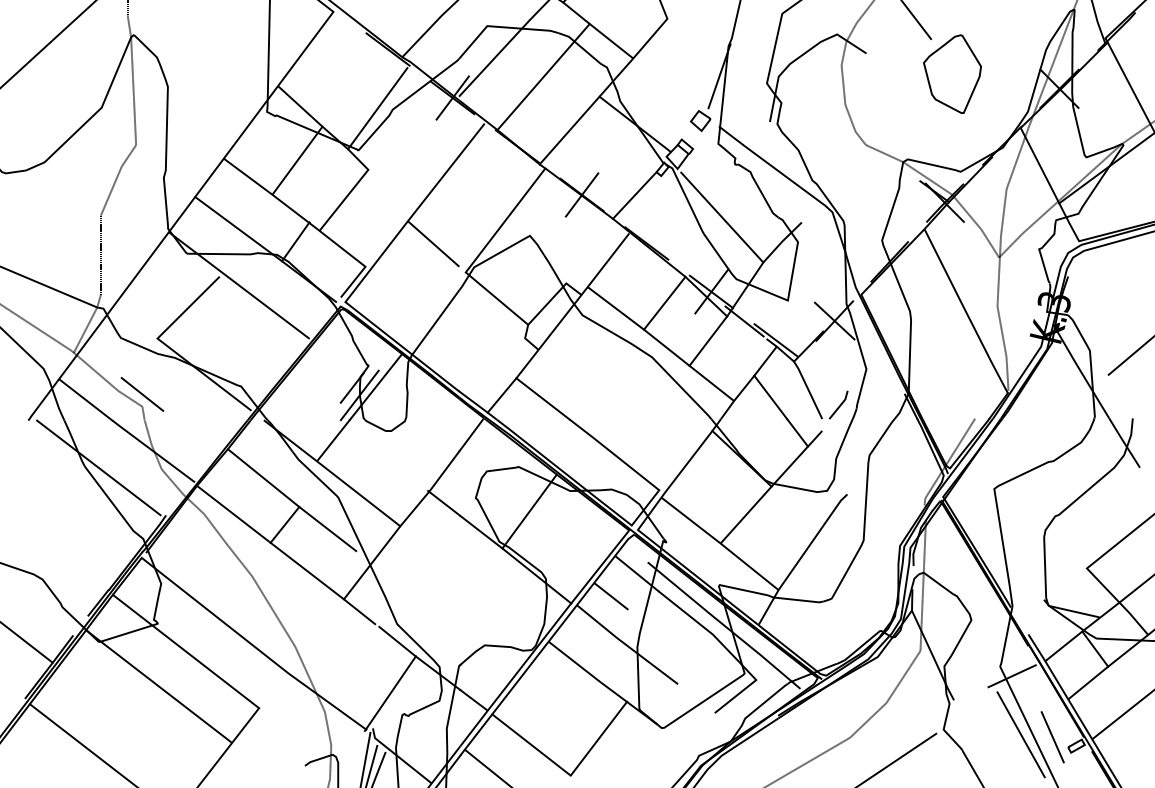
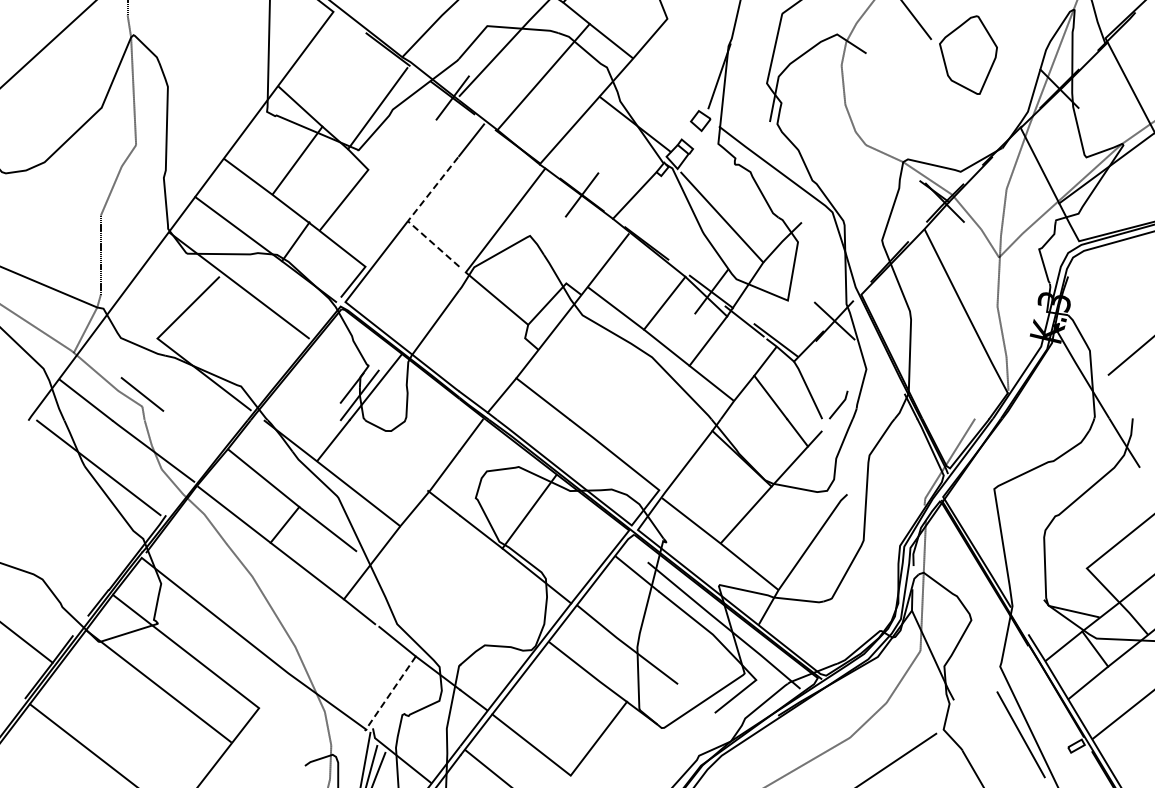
part at (952, 73) position: (952, 73) -> (968, 54)
line at (412, 215): solid -> dashed
line at (610, 596): present -> none
line at (1011, 676): present -> none
line at (390, 694): solid -> dashed
line at (1052, 737): present -> none
